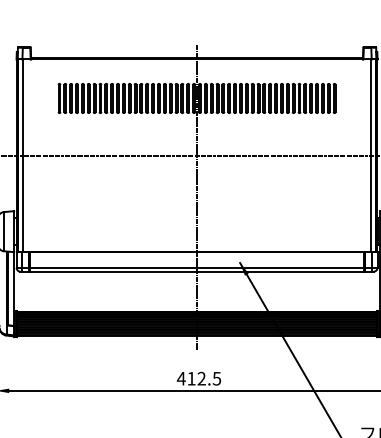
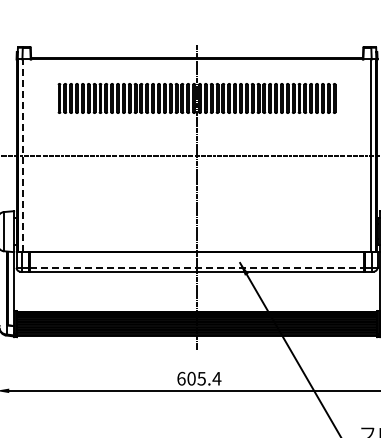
line at (22, 155): solid -> dashed
line at (197, 267): solid -> dashed
text at (198, 378): 412.5 -> 605.4
